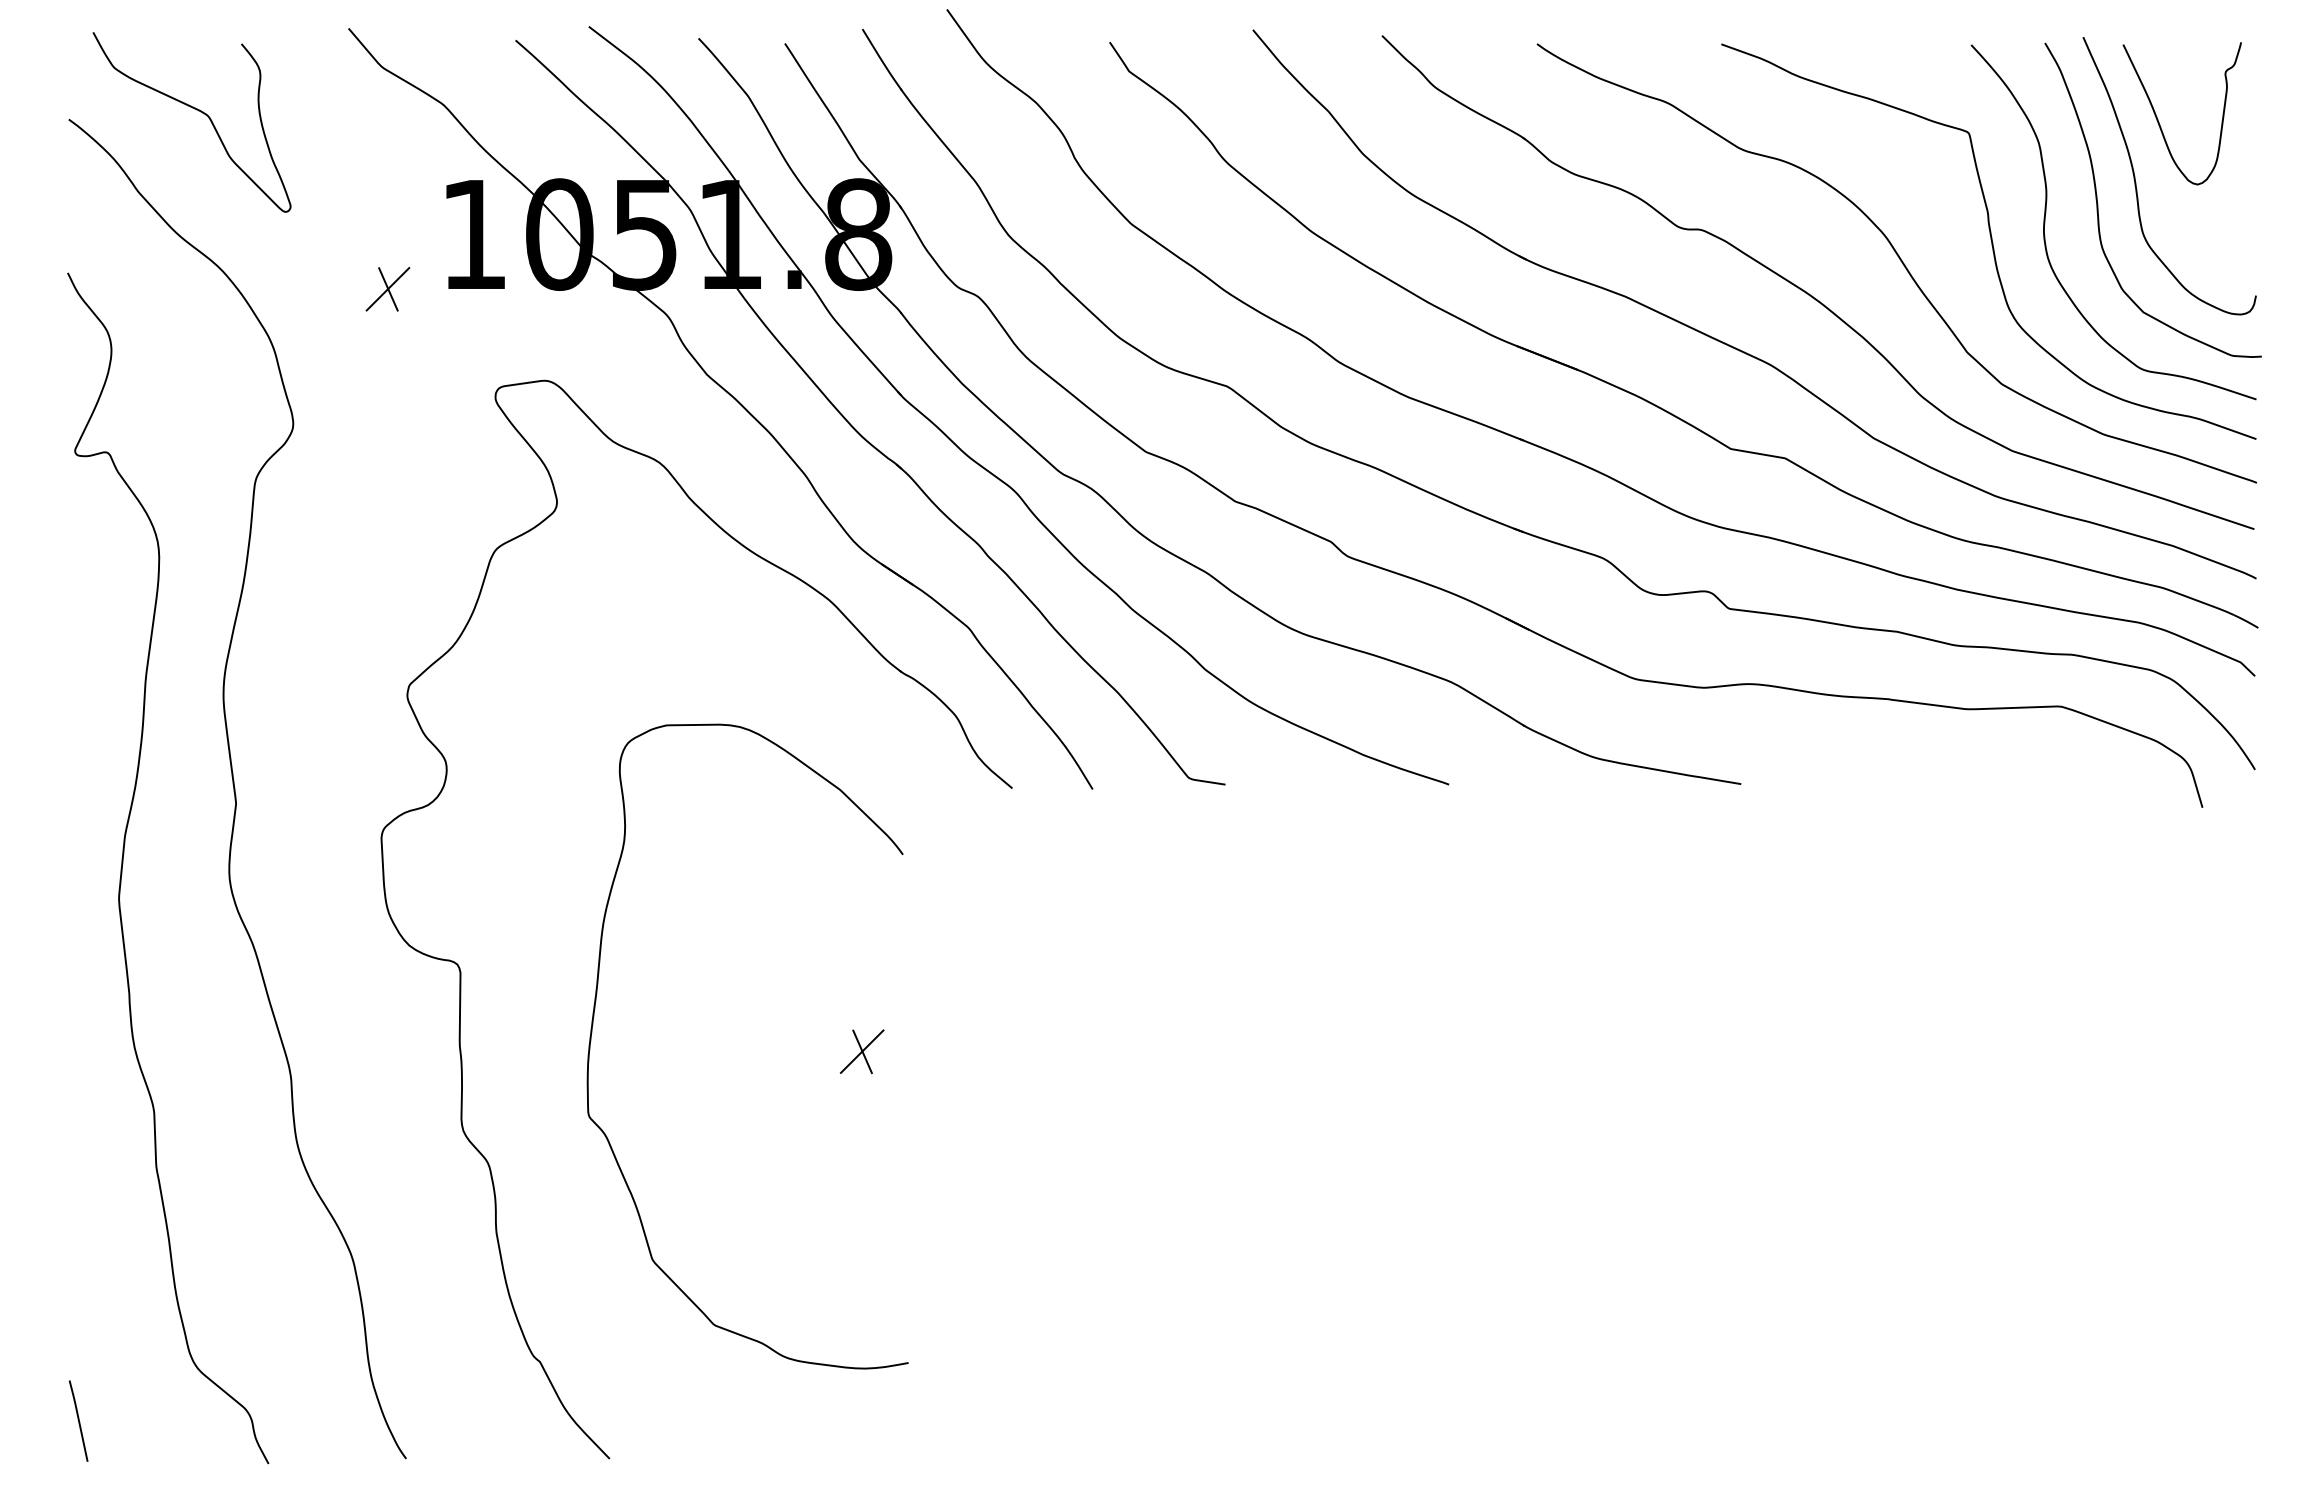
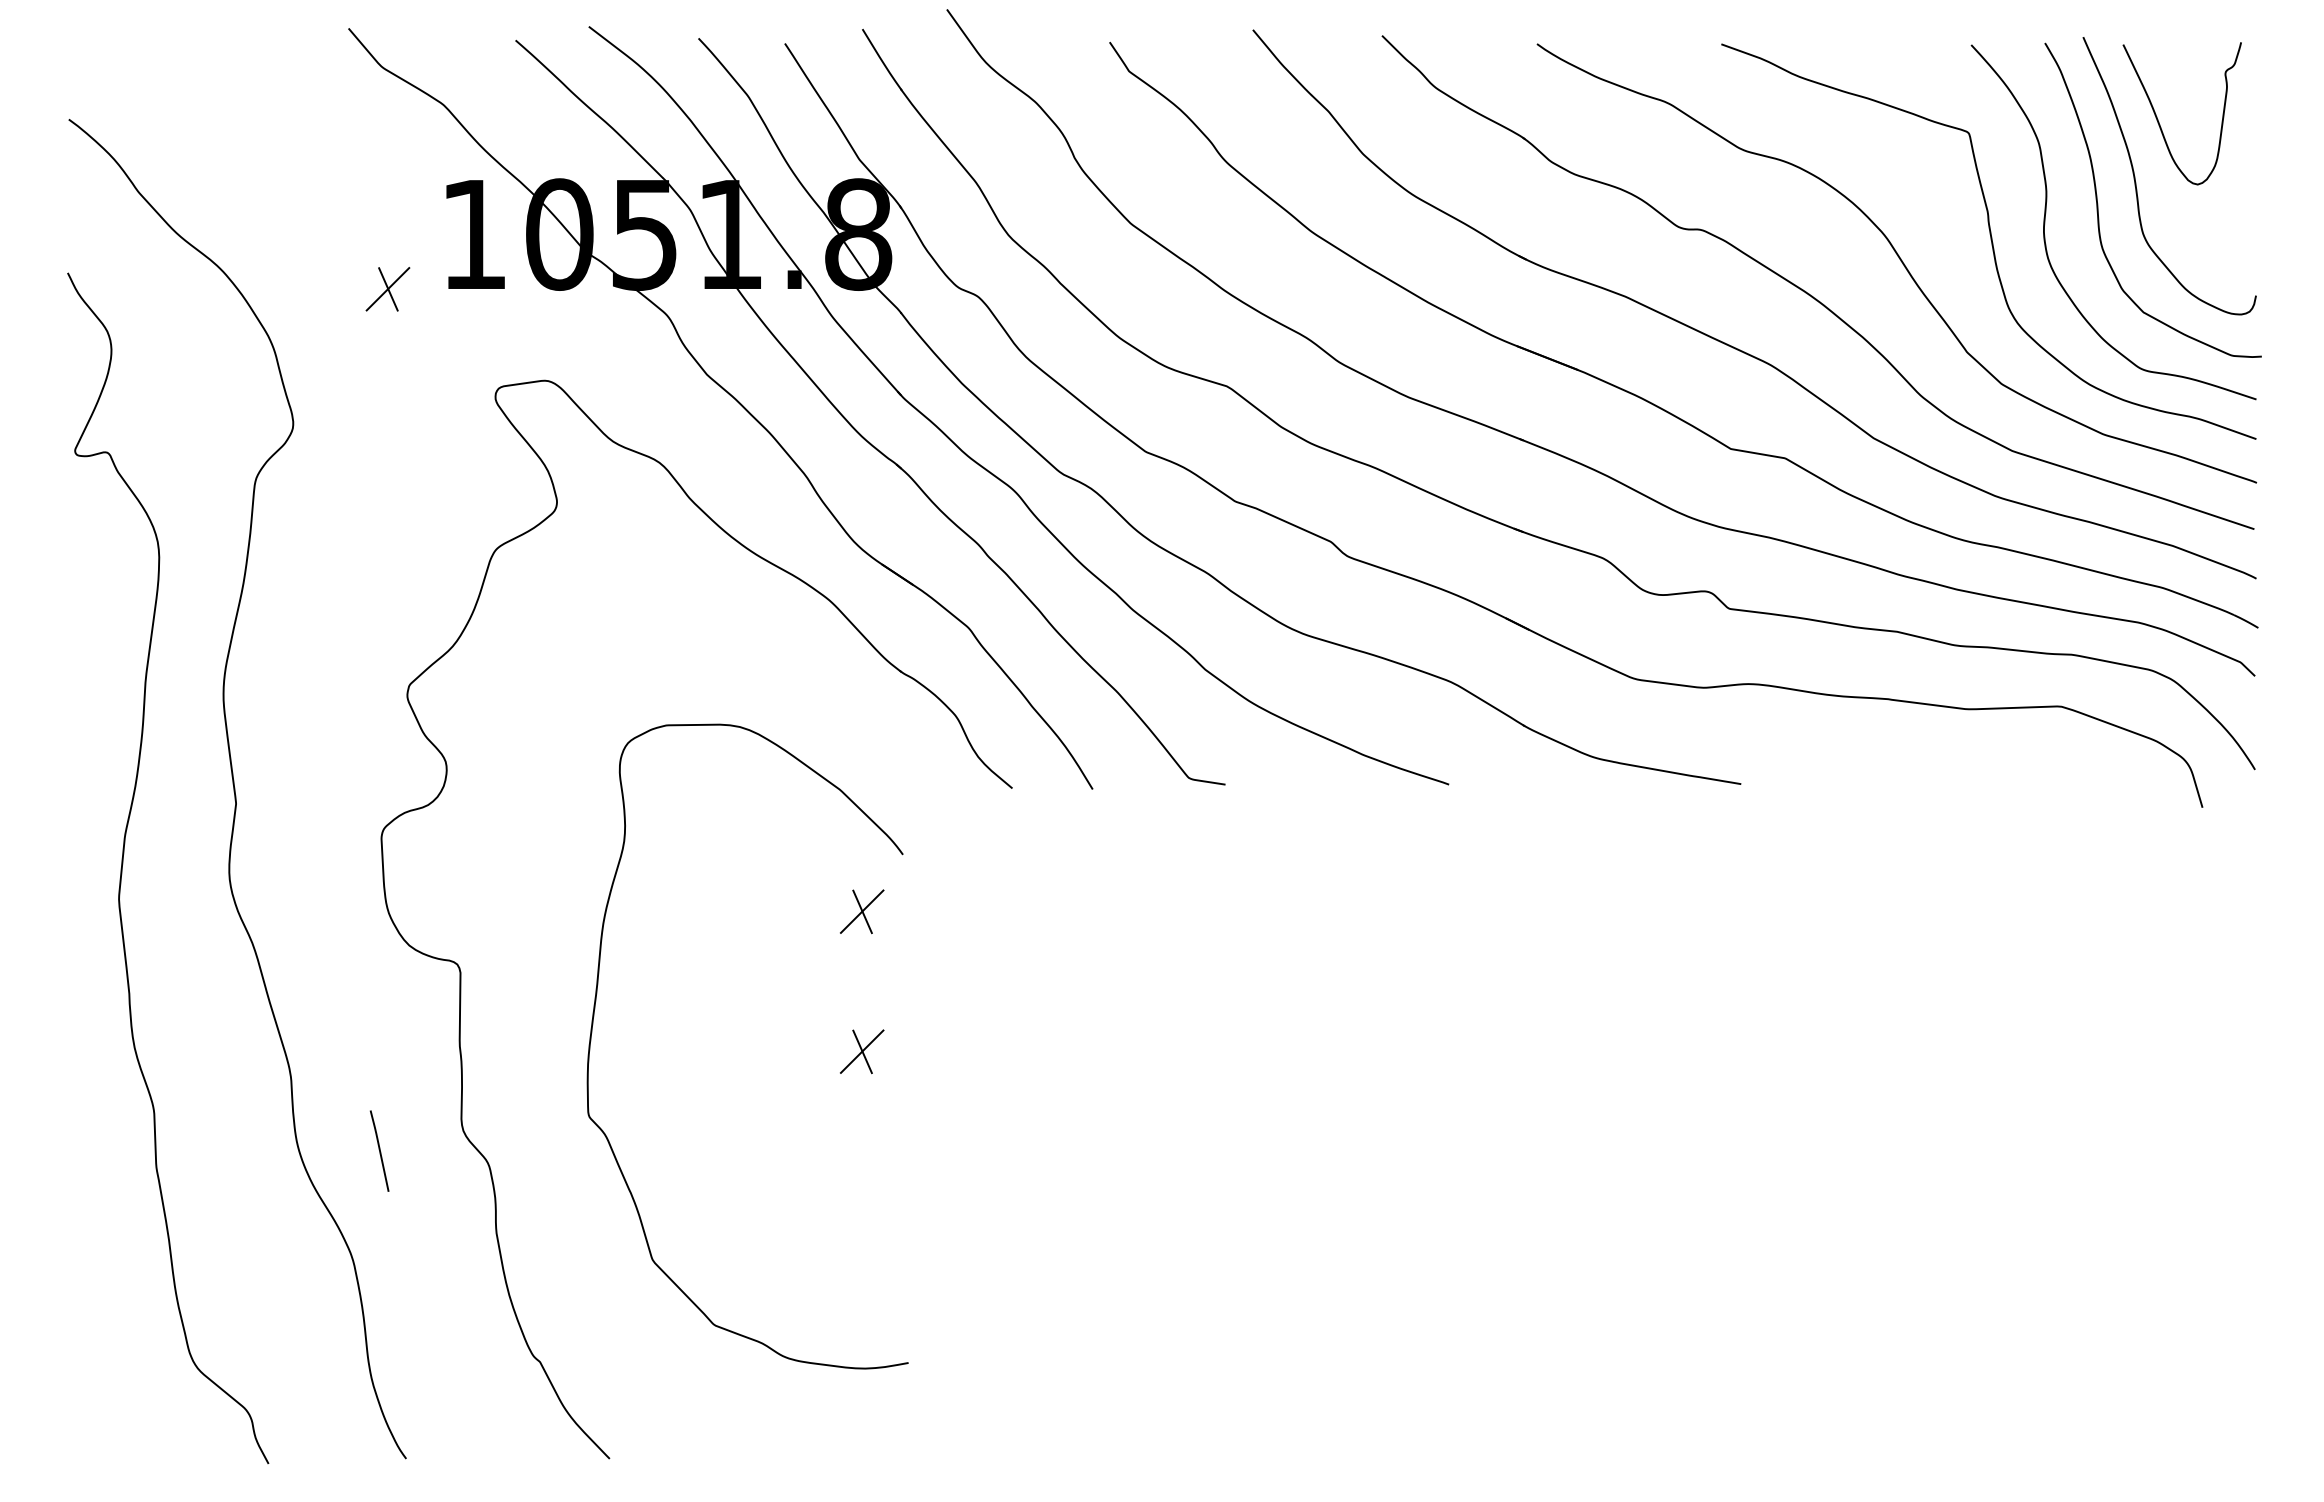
curve at (196, 110): present -> none
part at (862, 911): none -> present
line at (78, 1420) position: (78, 1420) -> (379, 1150)
